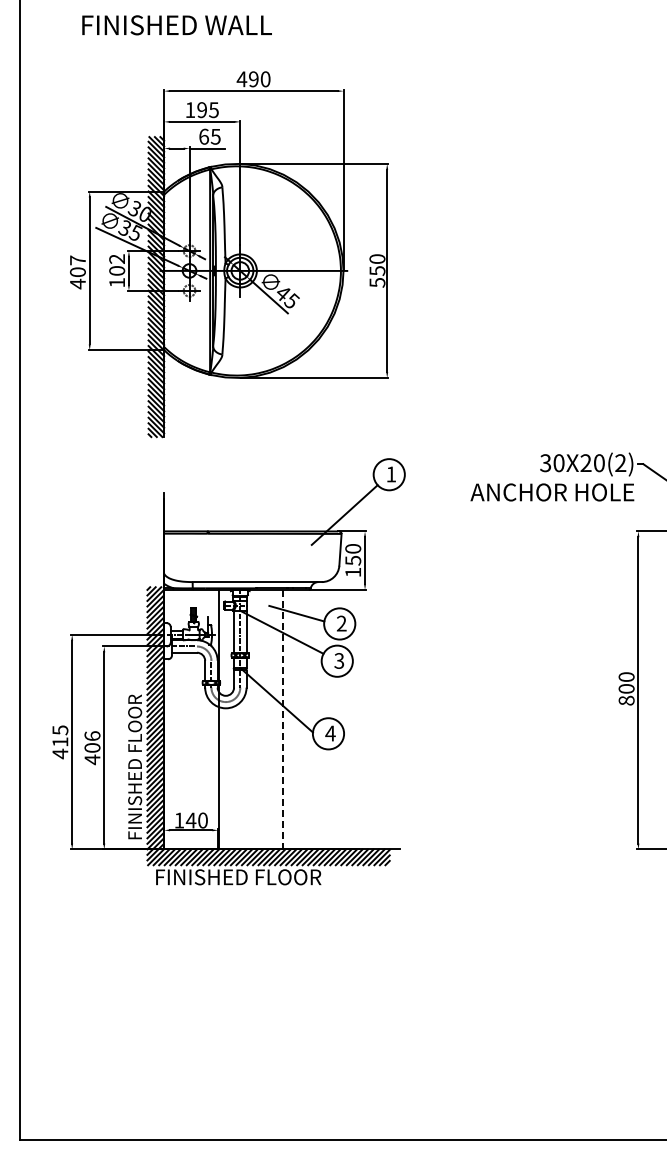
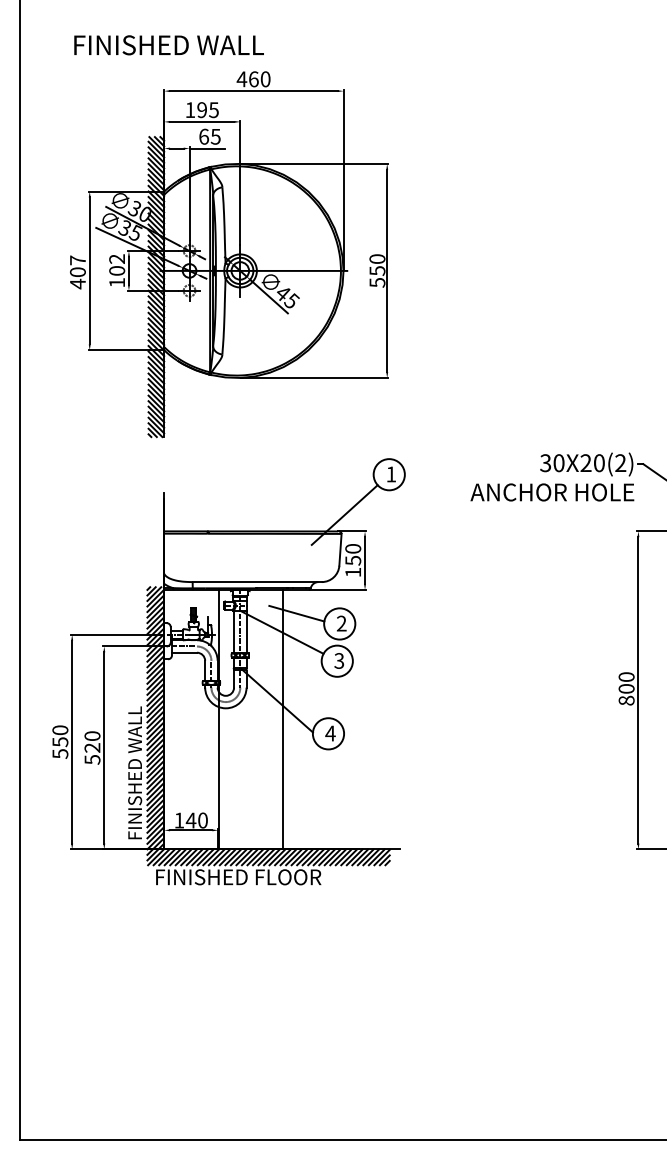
text at (176, 25) position: (176, 25) -> (168, 45)
text at (253, 79): 490 -> 460
line at (283, 719): dashed -> solid
text at (135, 723): FINISHED FLOOR -> FINISHED WALL
text at (60, 742): 415 -> 550
text at (92, 748): 406 -> 520
